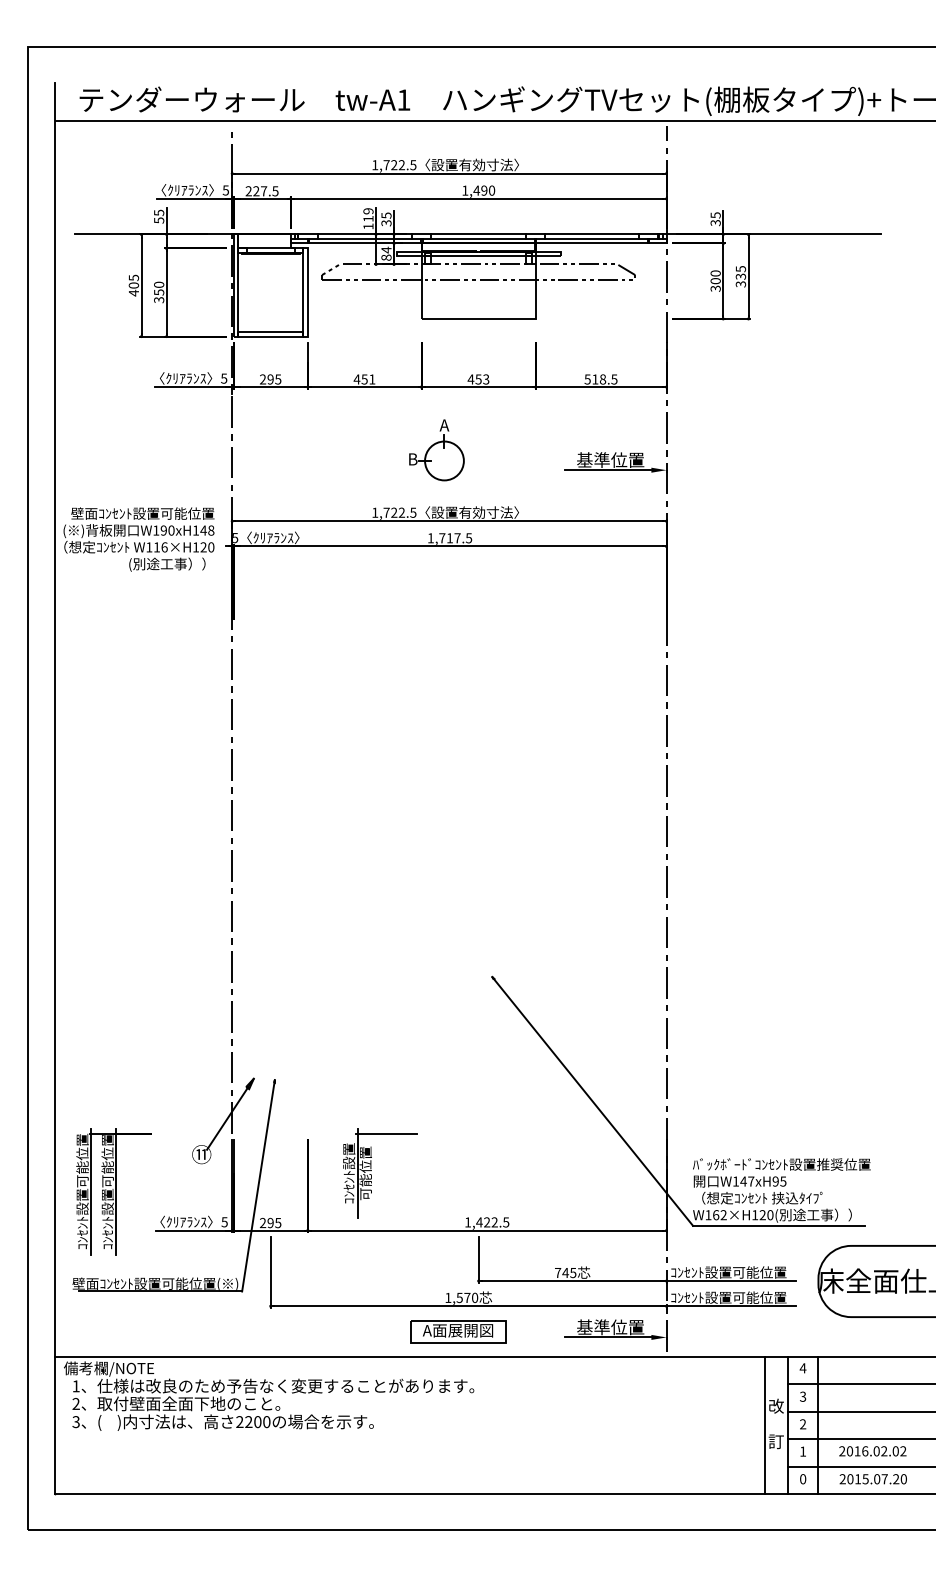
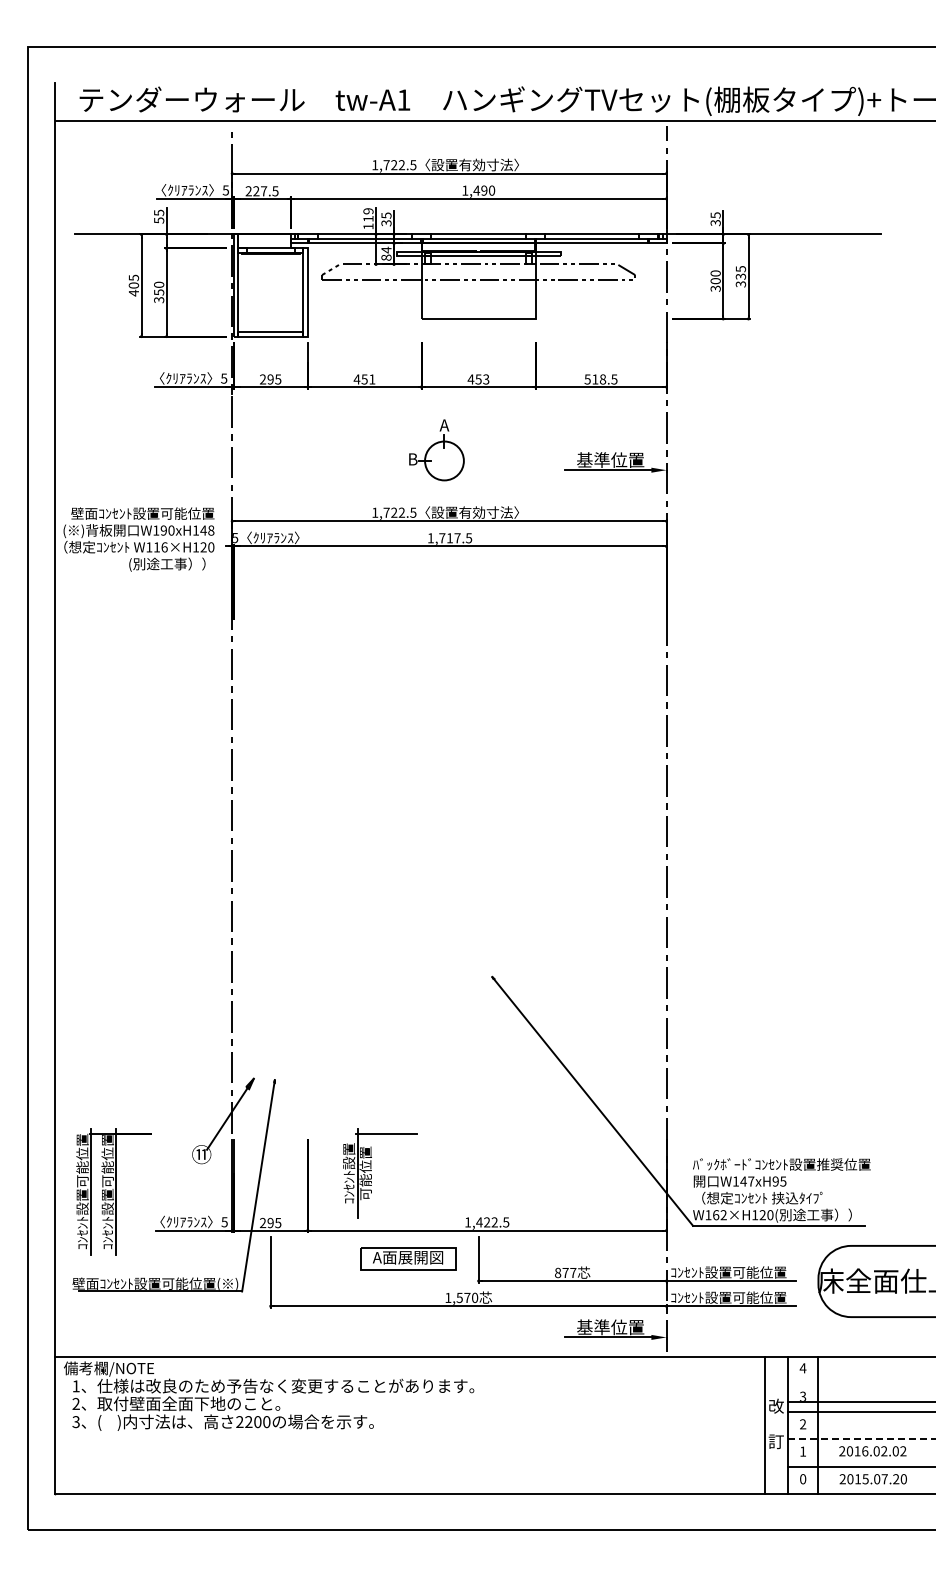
text at (565, 1272): 745 -> 877
part at (458, 1331) position: (458, 1331) -> (408, 1258)
line at (859, 1384) position: (859, 1384) -> (859, 1402)
line at (861, 1439): solid -> dashed
